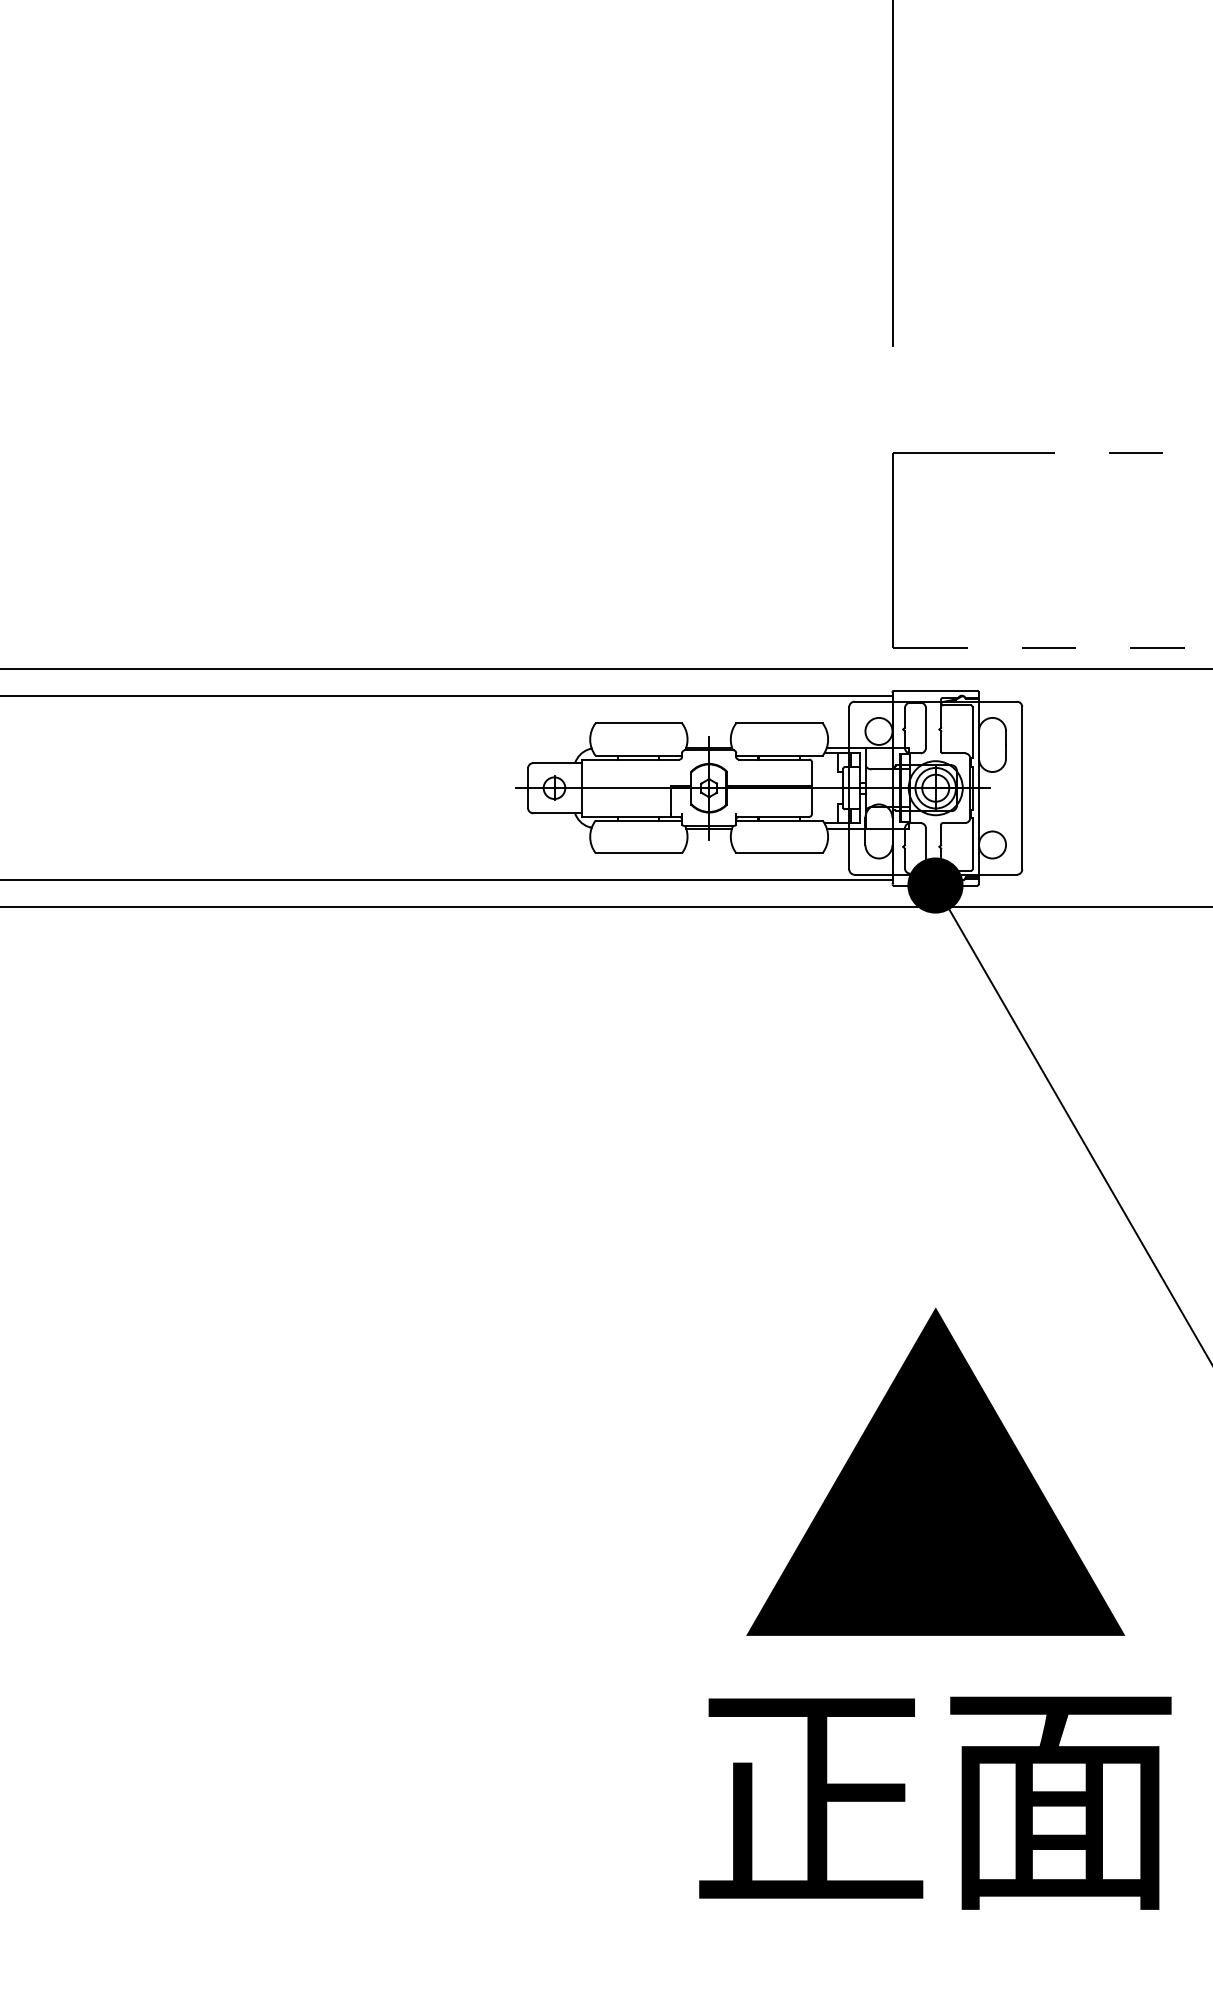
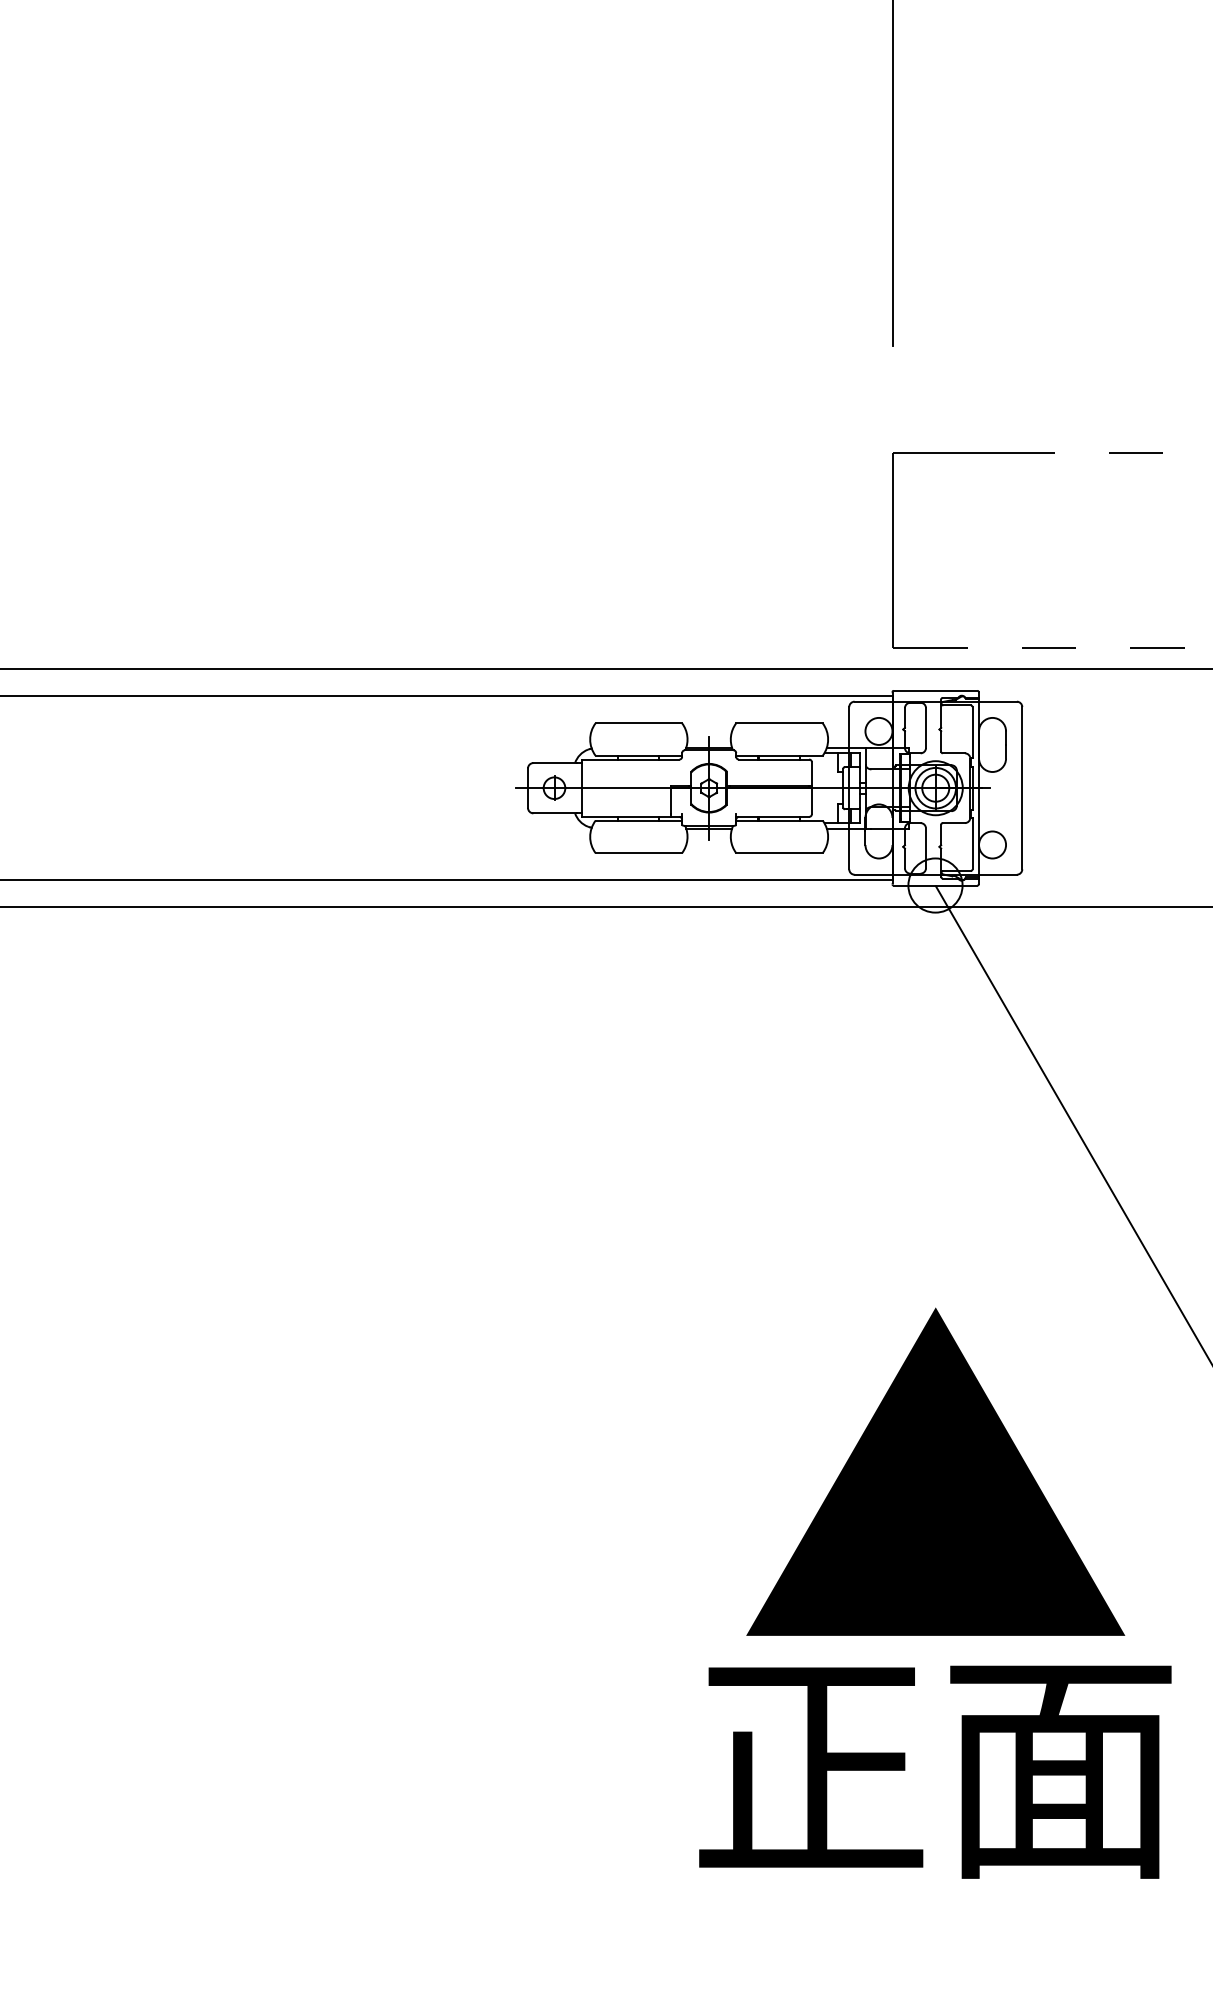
fill at (935, 885): present -> none
text at (935, 1802) position: (935, 1802) -> (935, 1771)
